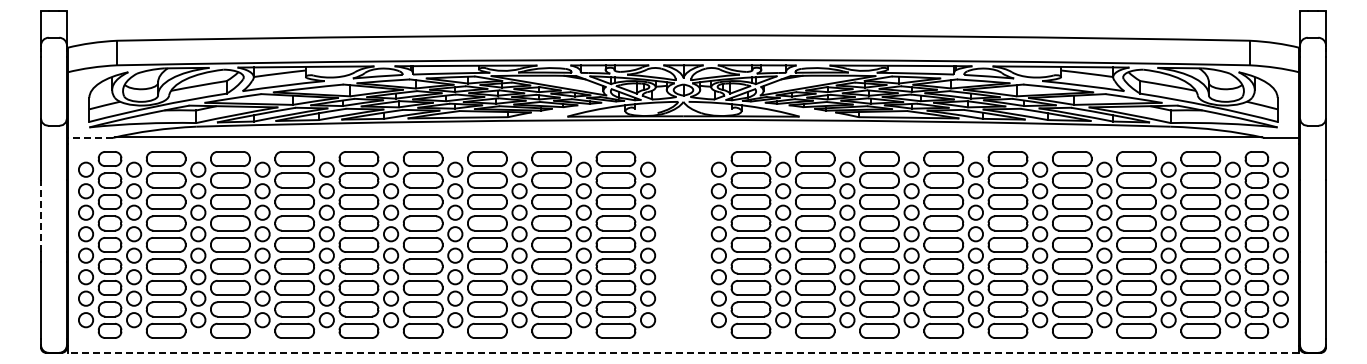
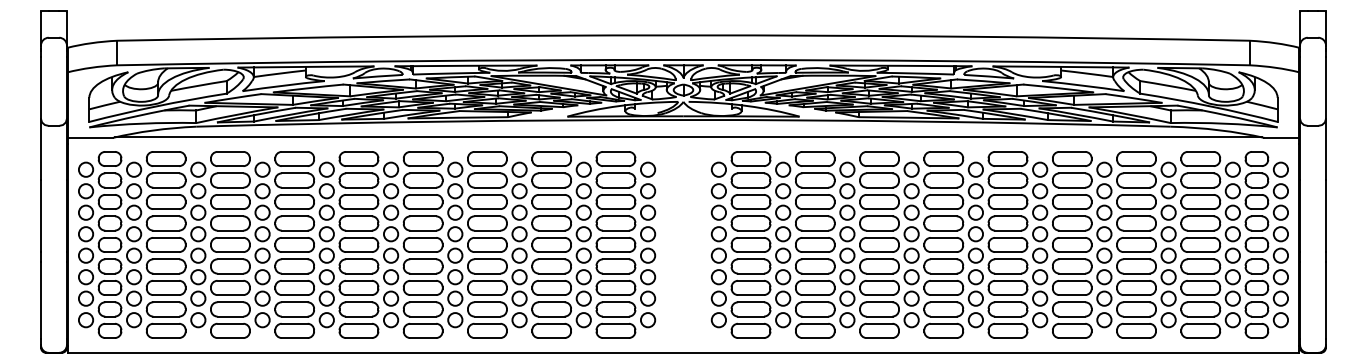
line at (90, 137): dashed -> solid
line at (41, 215): dashed -> solid
line at (683, 352): dashed -> solid
